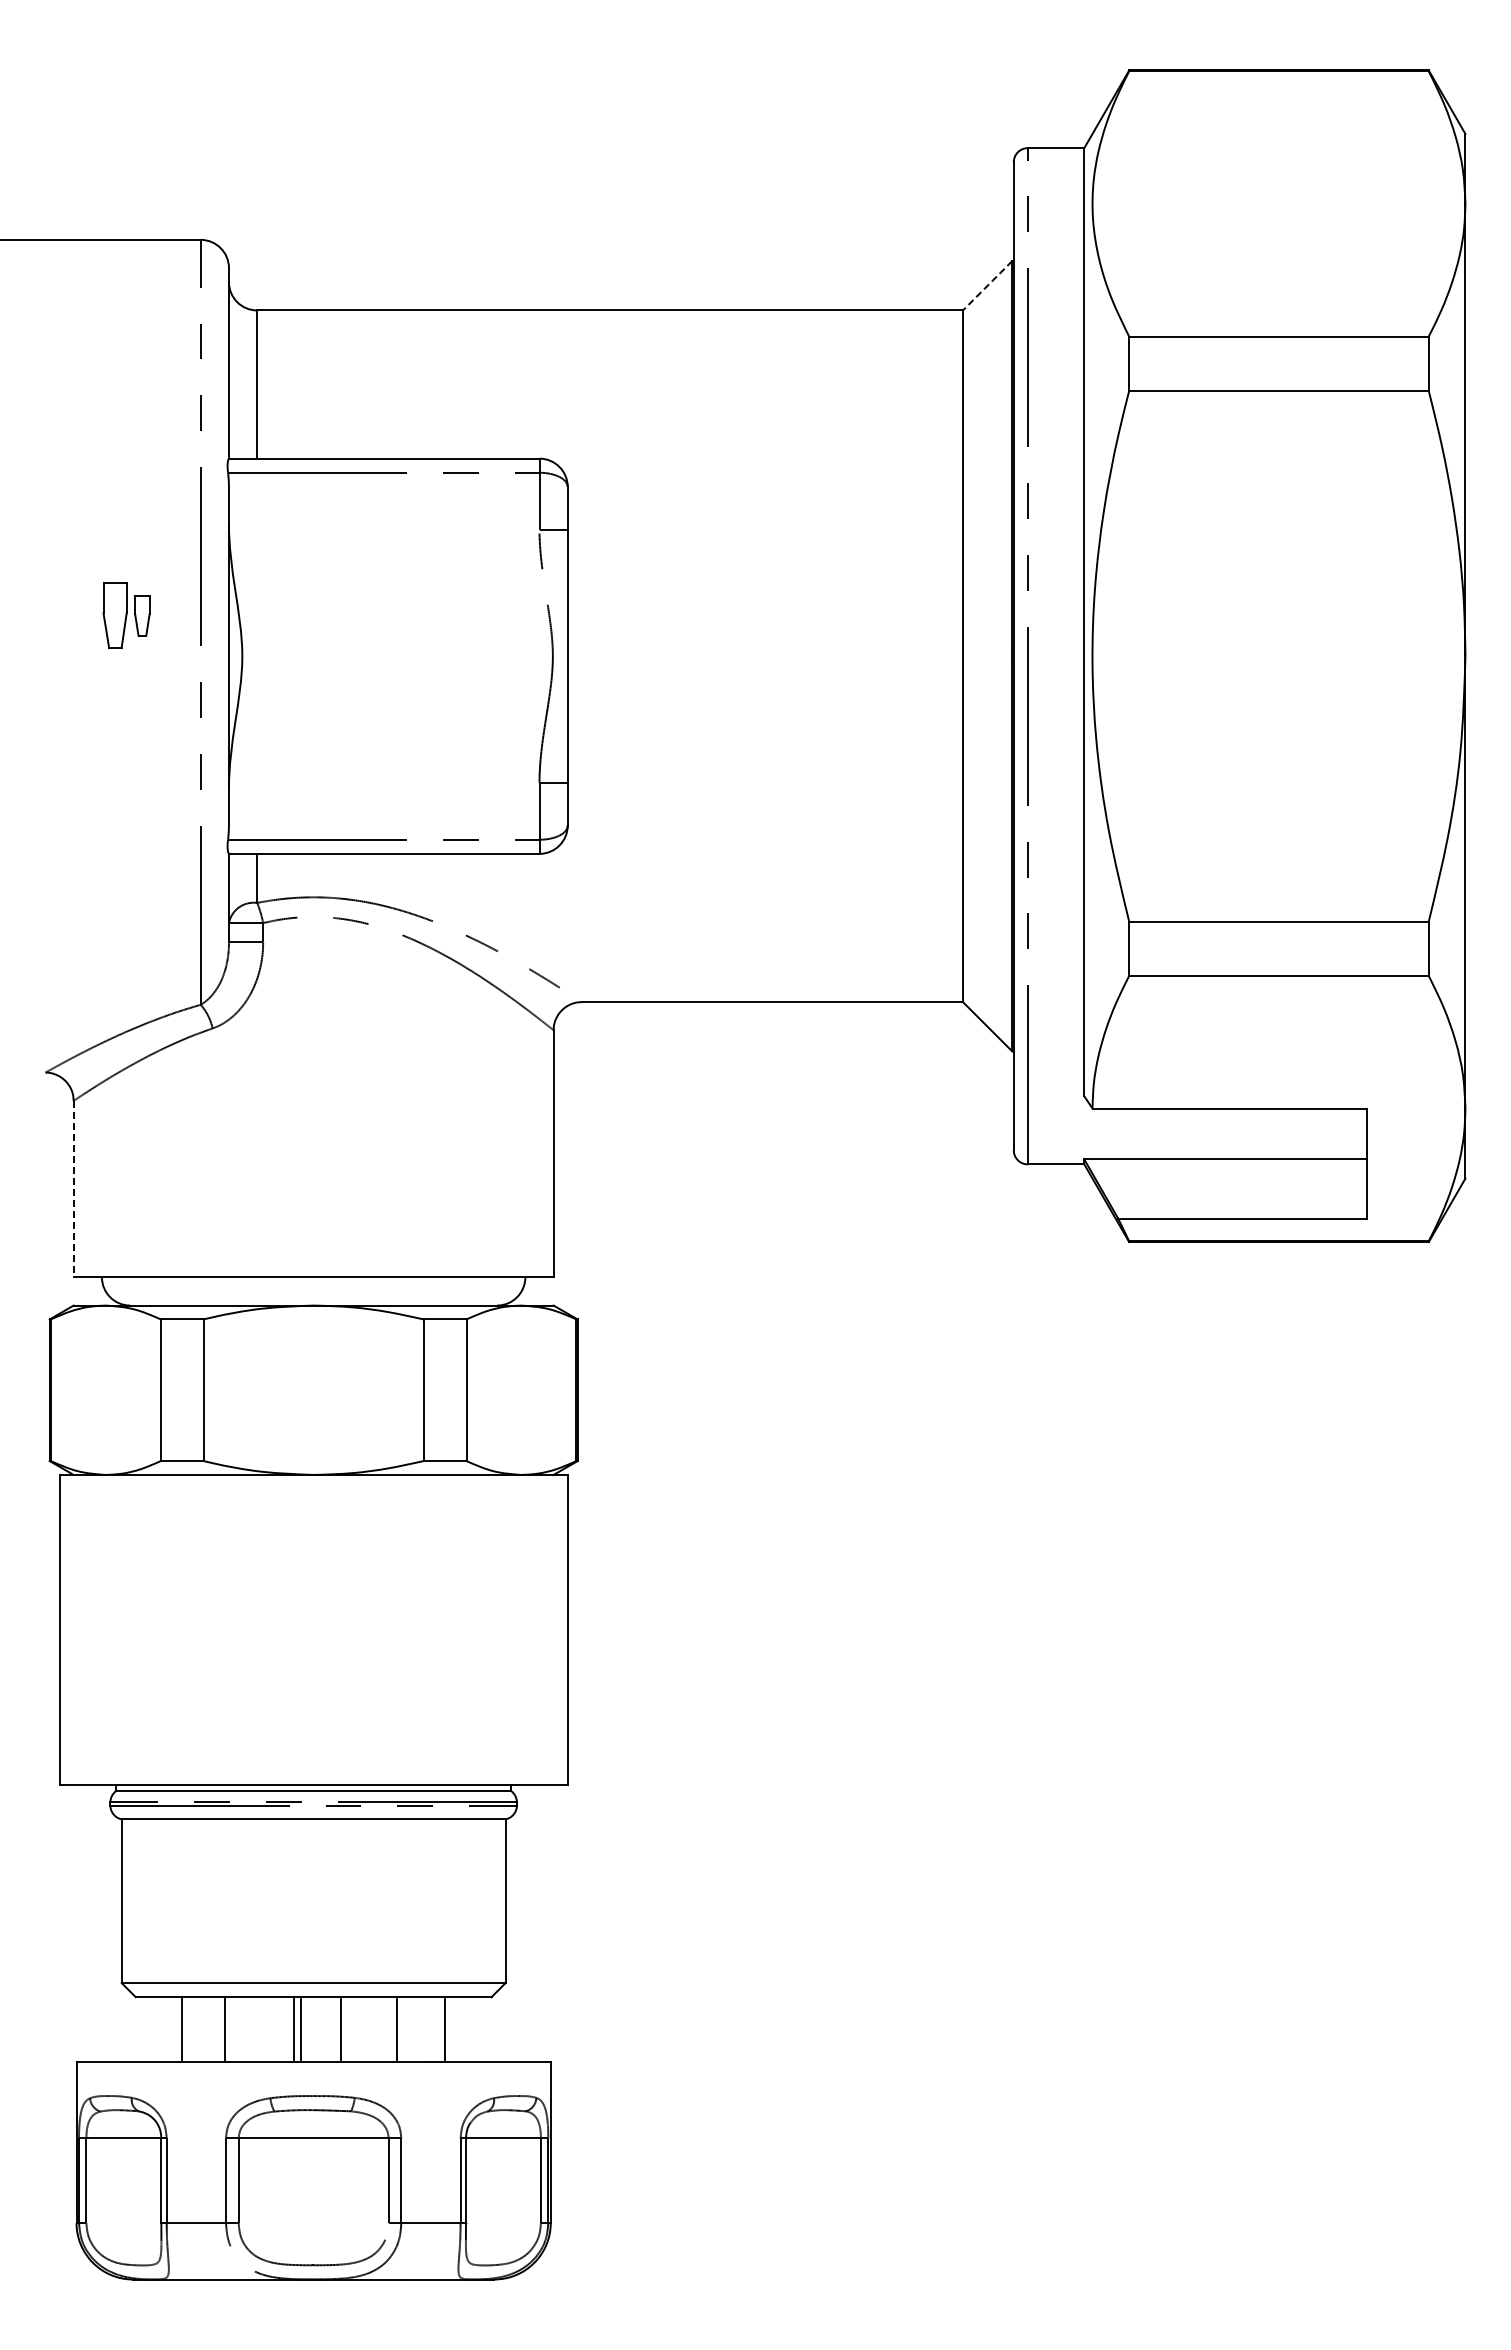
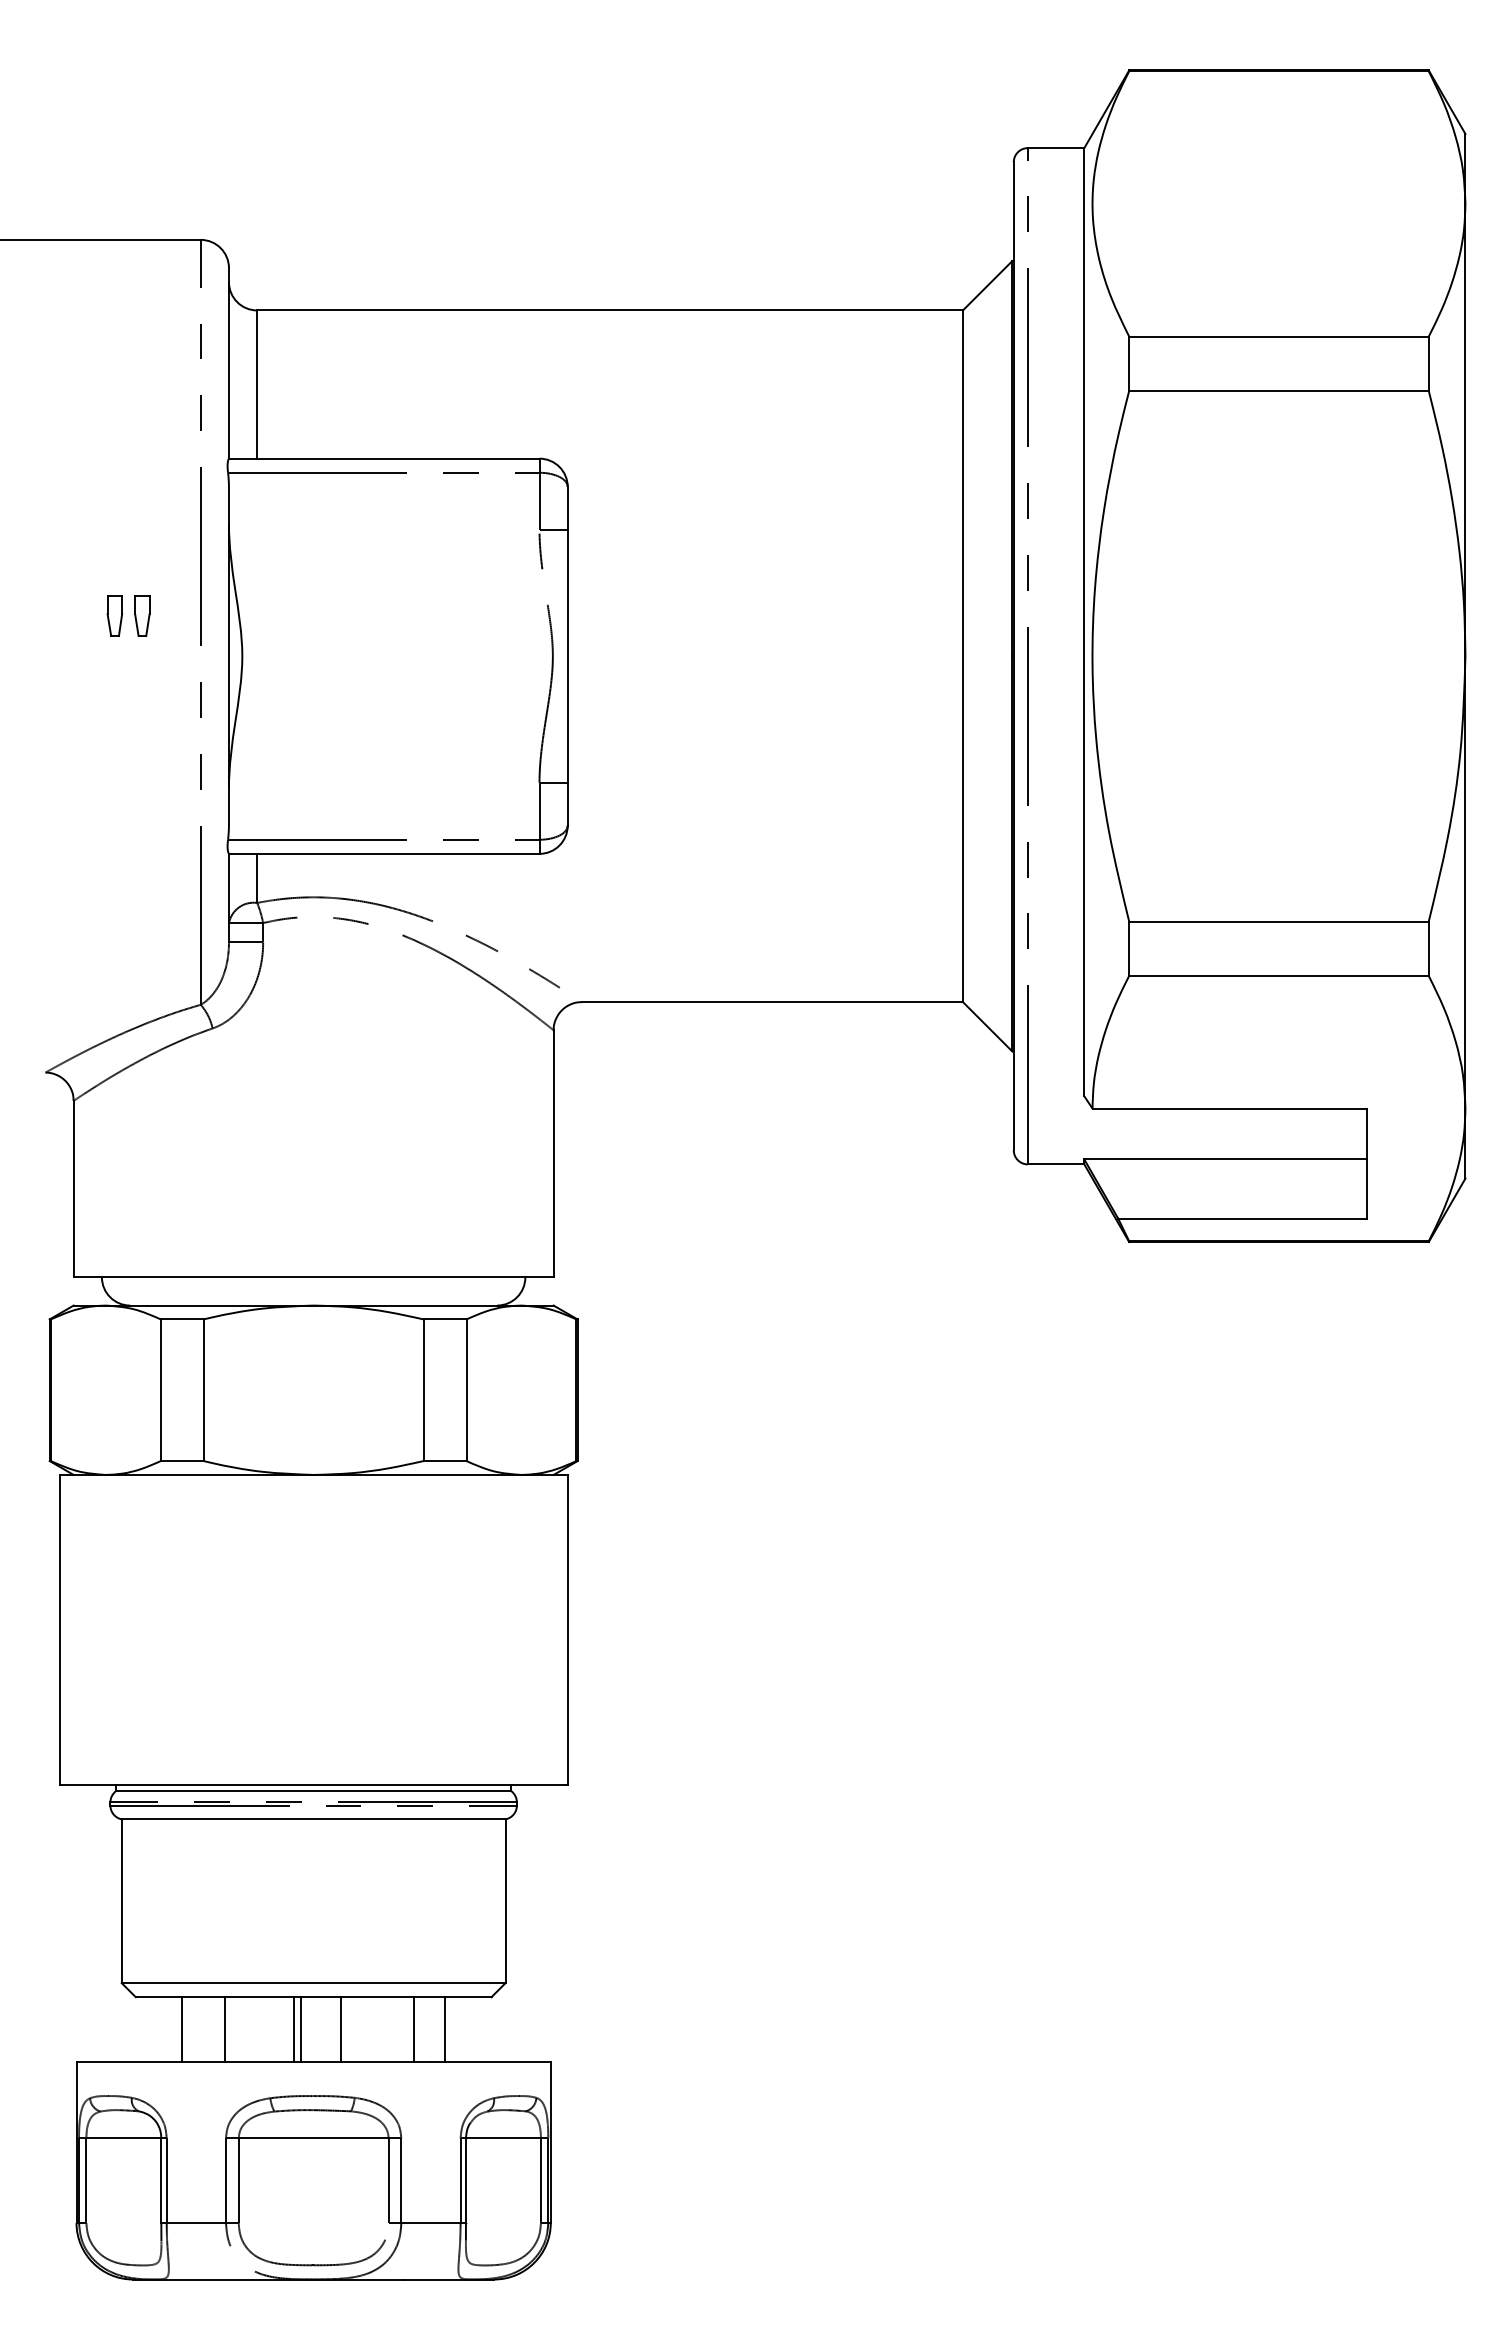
line at (987, 285): dashed -> solid
part at (114, 615) size: 26x67 px -> 17x42 px
line at (73, 1189): dashed -> solid
line at (396, 2029) position: (396, 2029) -> (413, 2029)
